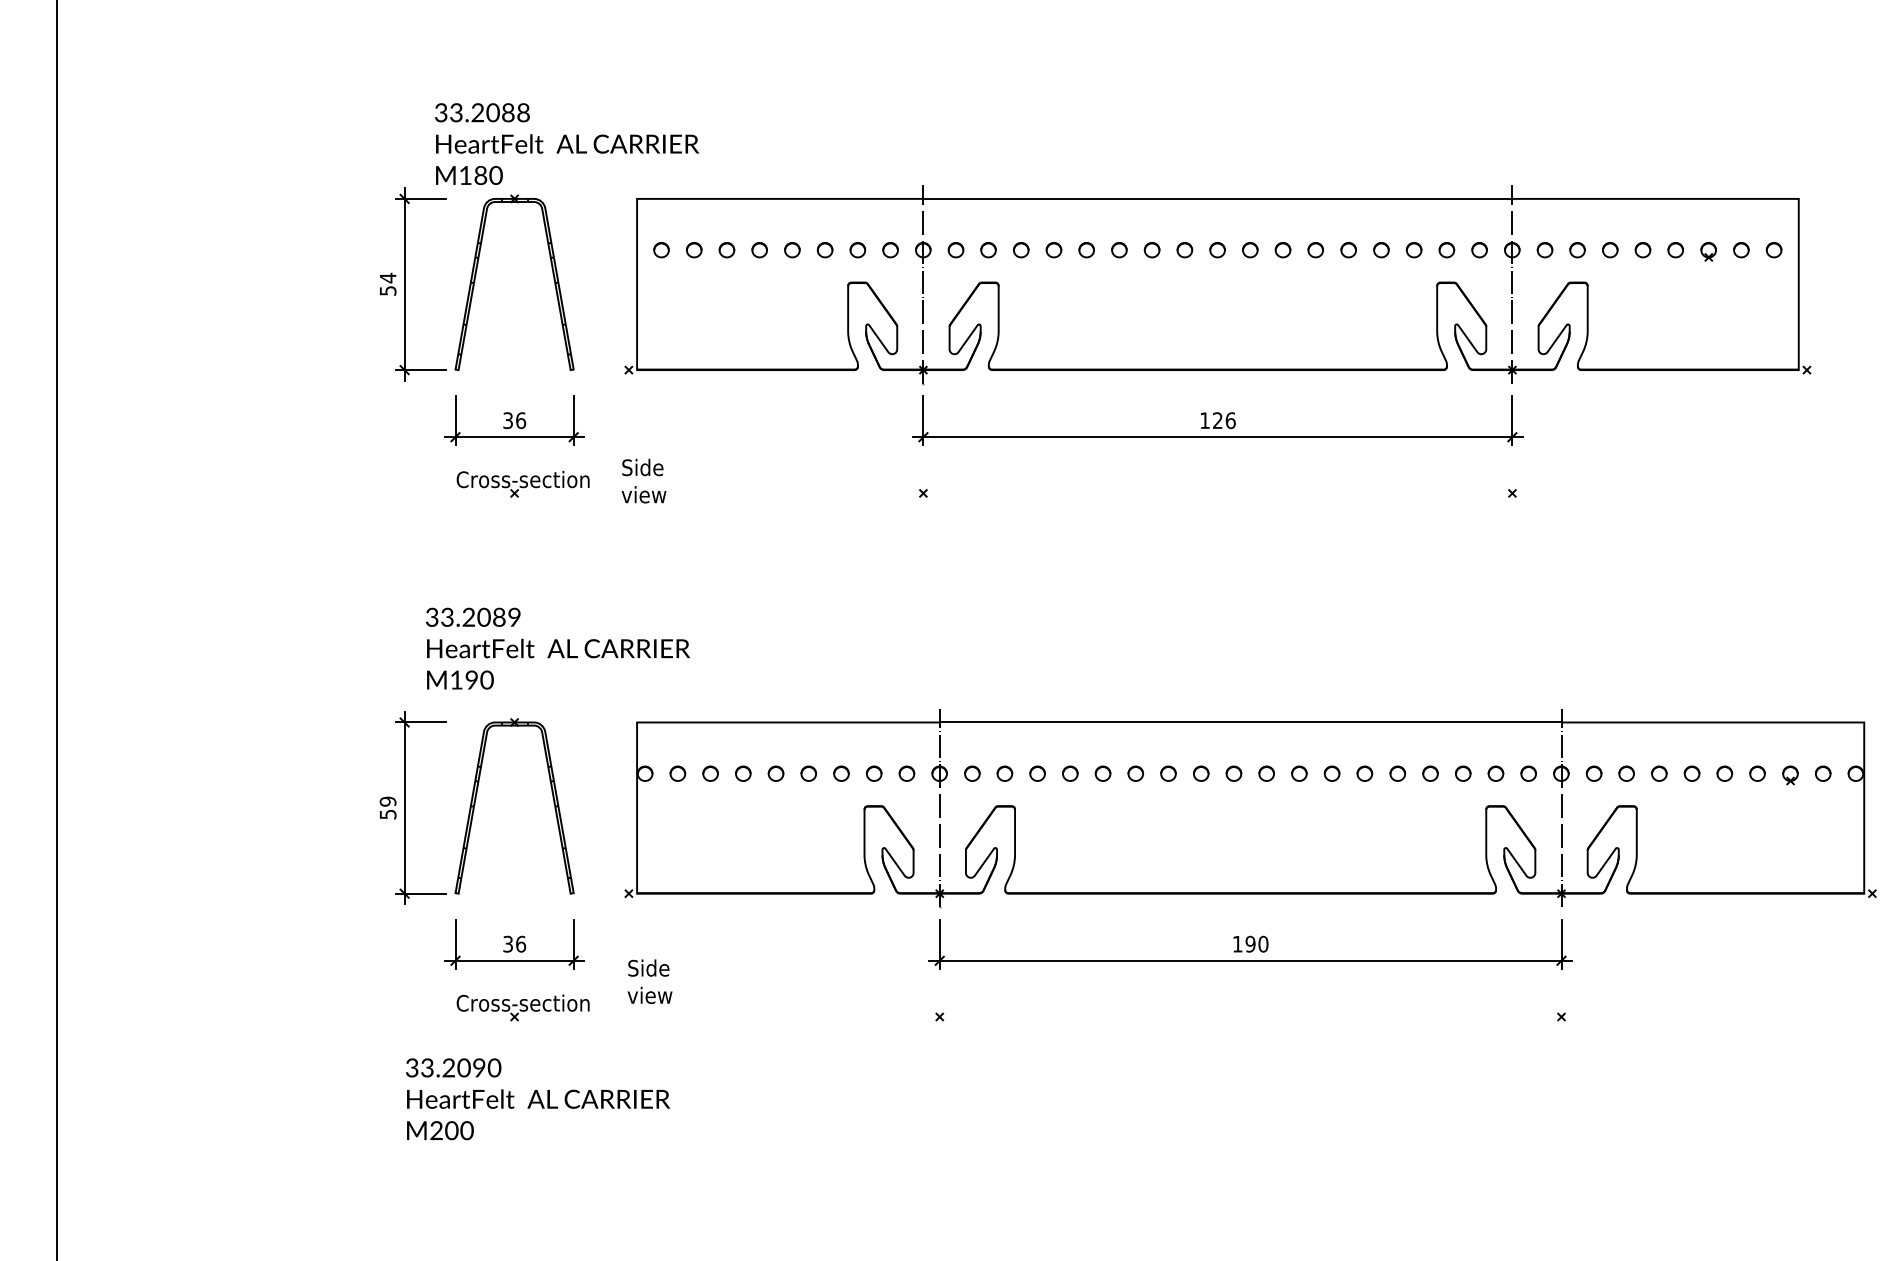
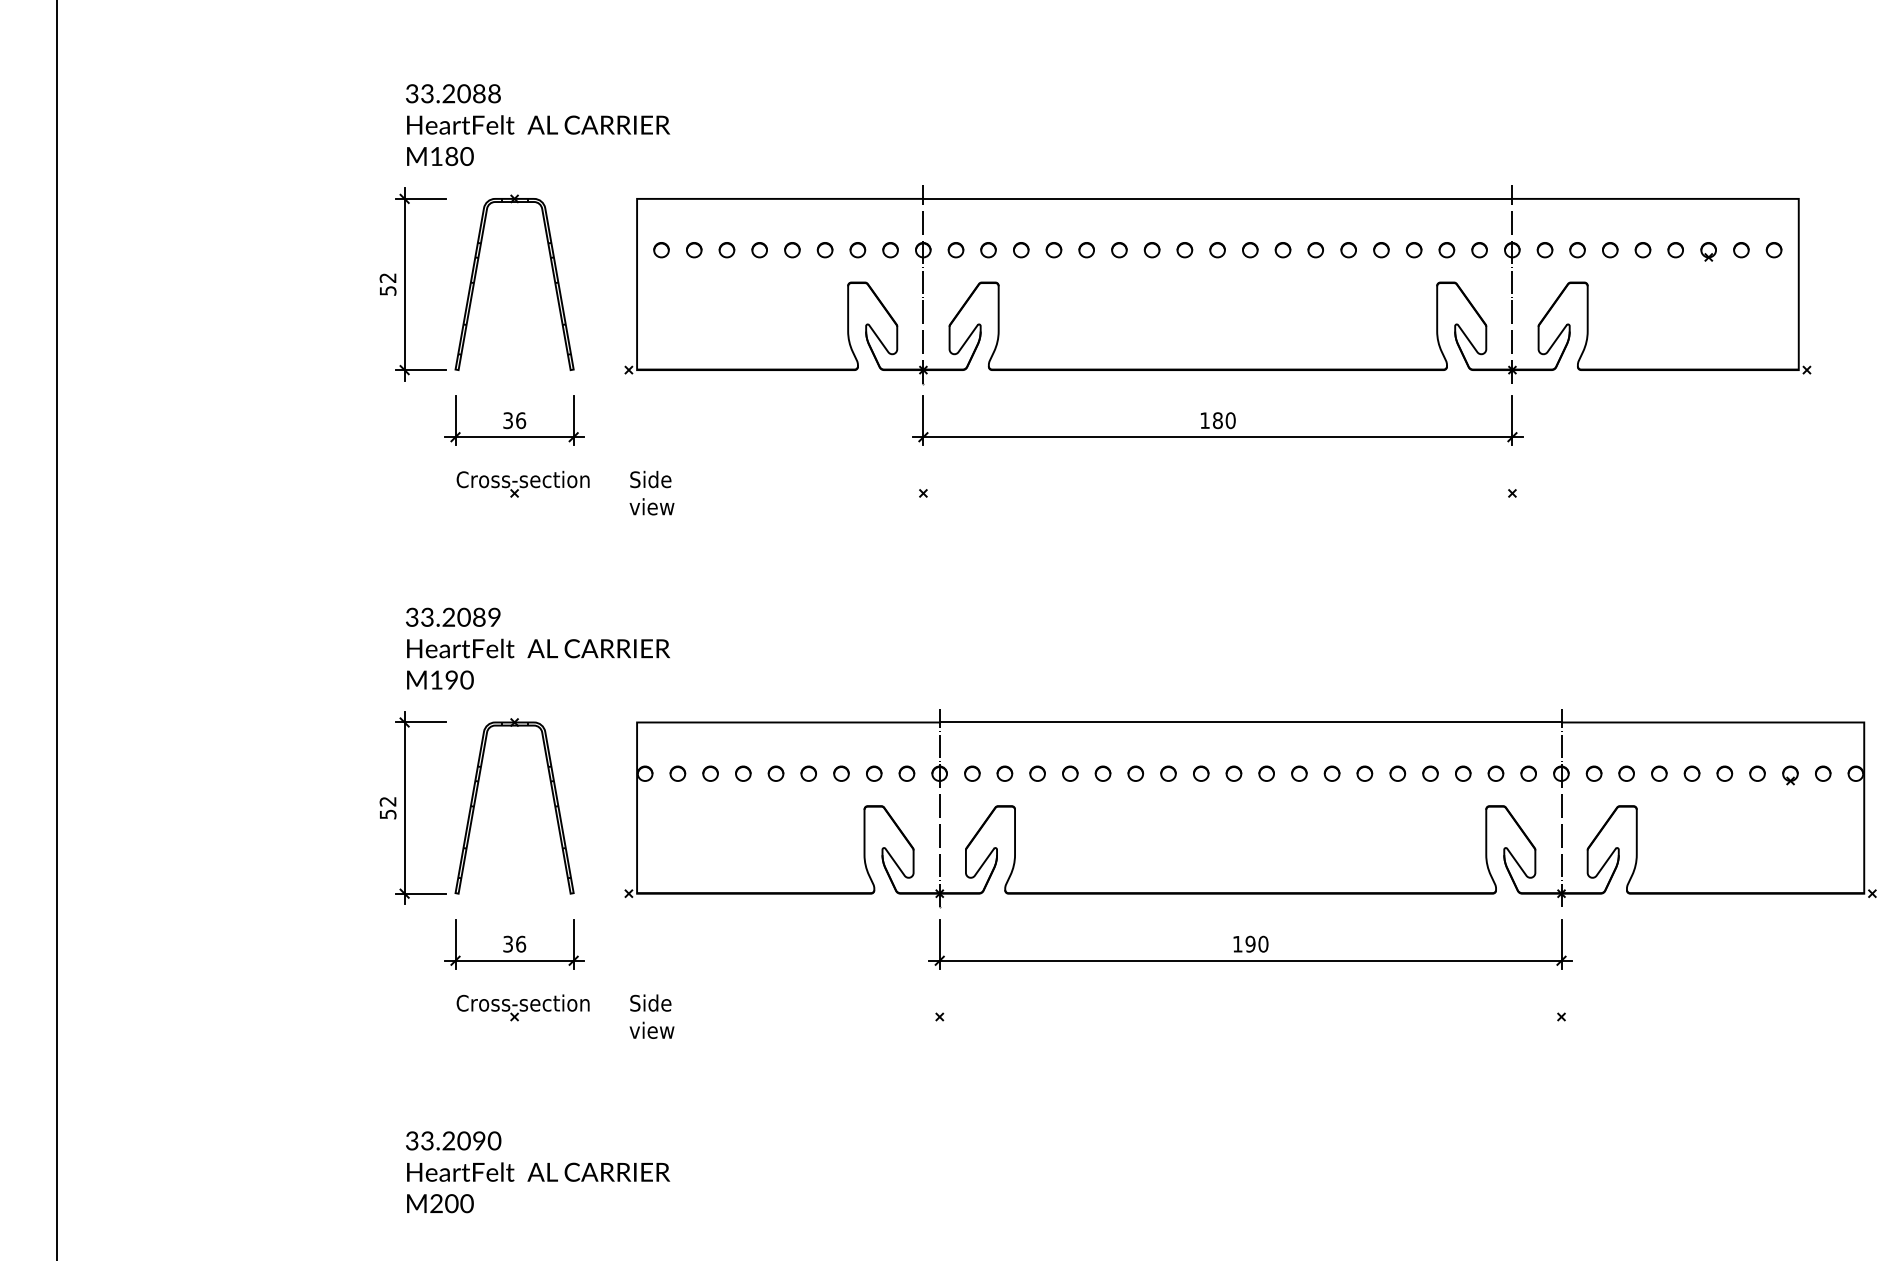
text at (567, 143) position: (567, 143) -> (538, 124)
text at (387, 277): 54 -> 52
text at (1224, 420): 126 -> 180
text at (643, 480) position: (643, 480) -> (651, 492)
text at (557, 648) position: (557, 648) -> (537, 648)
text at (387, 801): 59 -> 52
text at (649, 981) position: (649, 981) -> (651, 1016)
text at (538, 1099) position: (538, 1099) -> (538, 1172)
